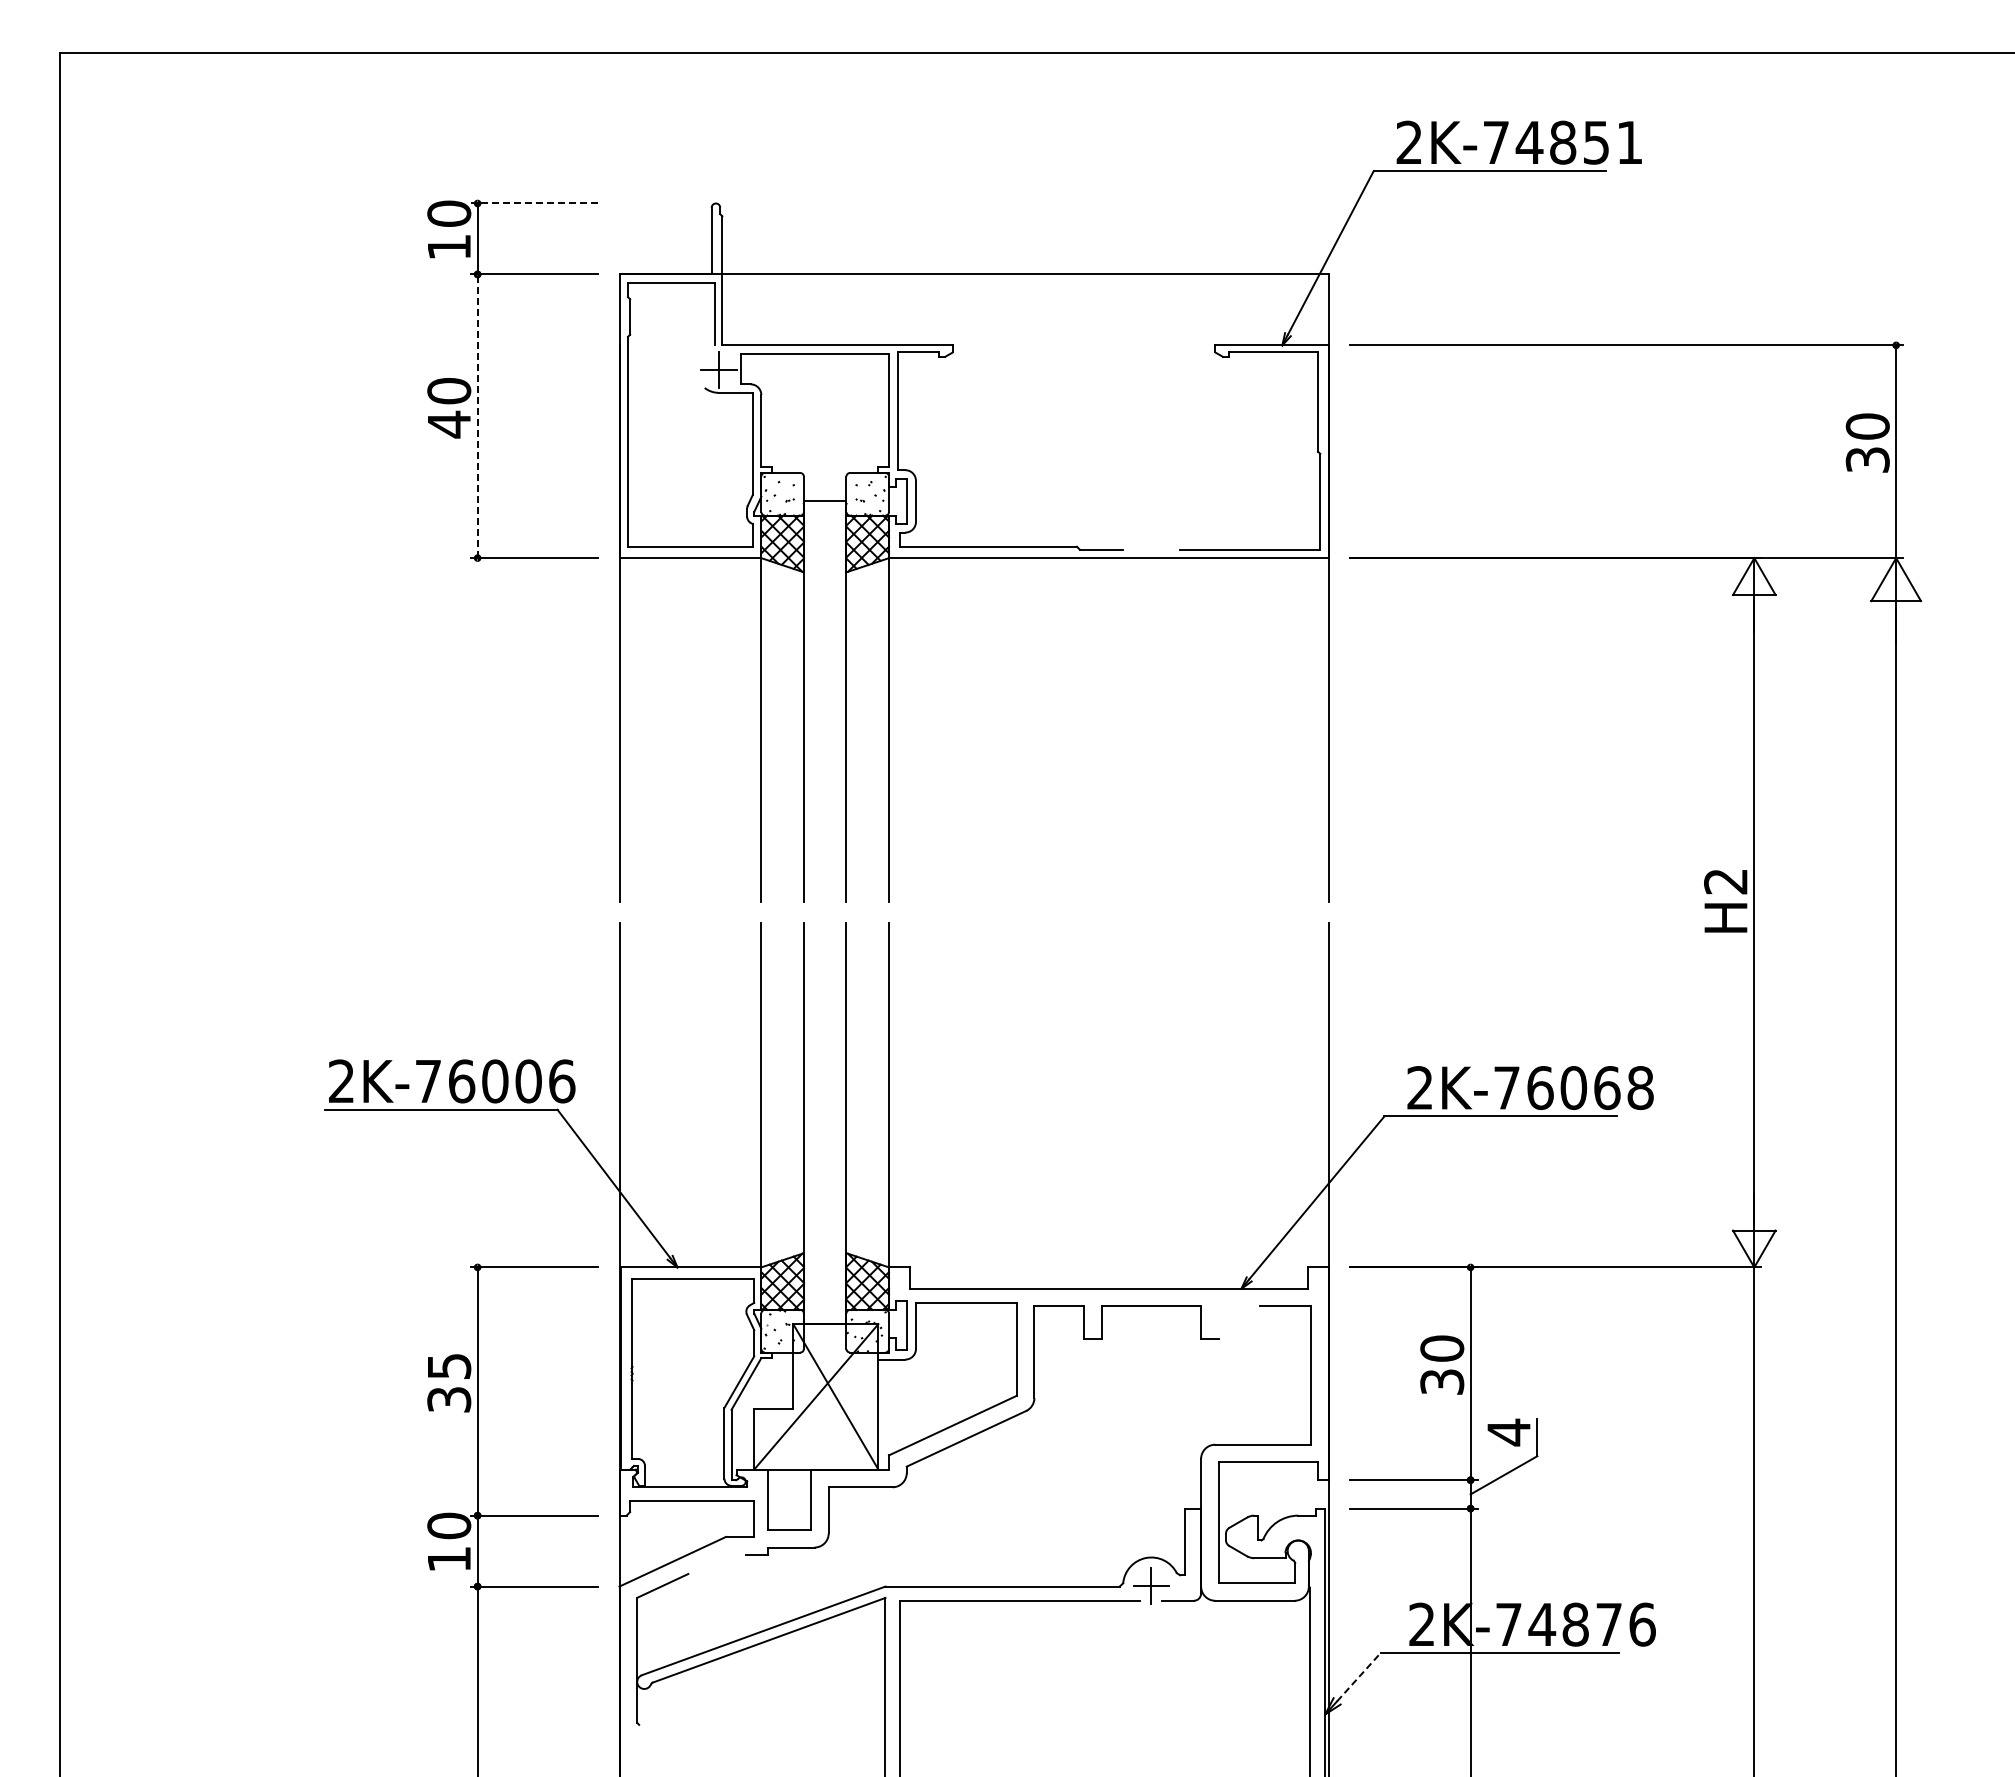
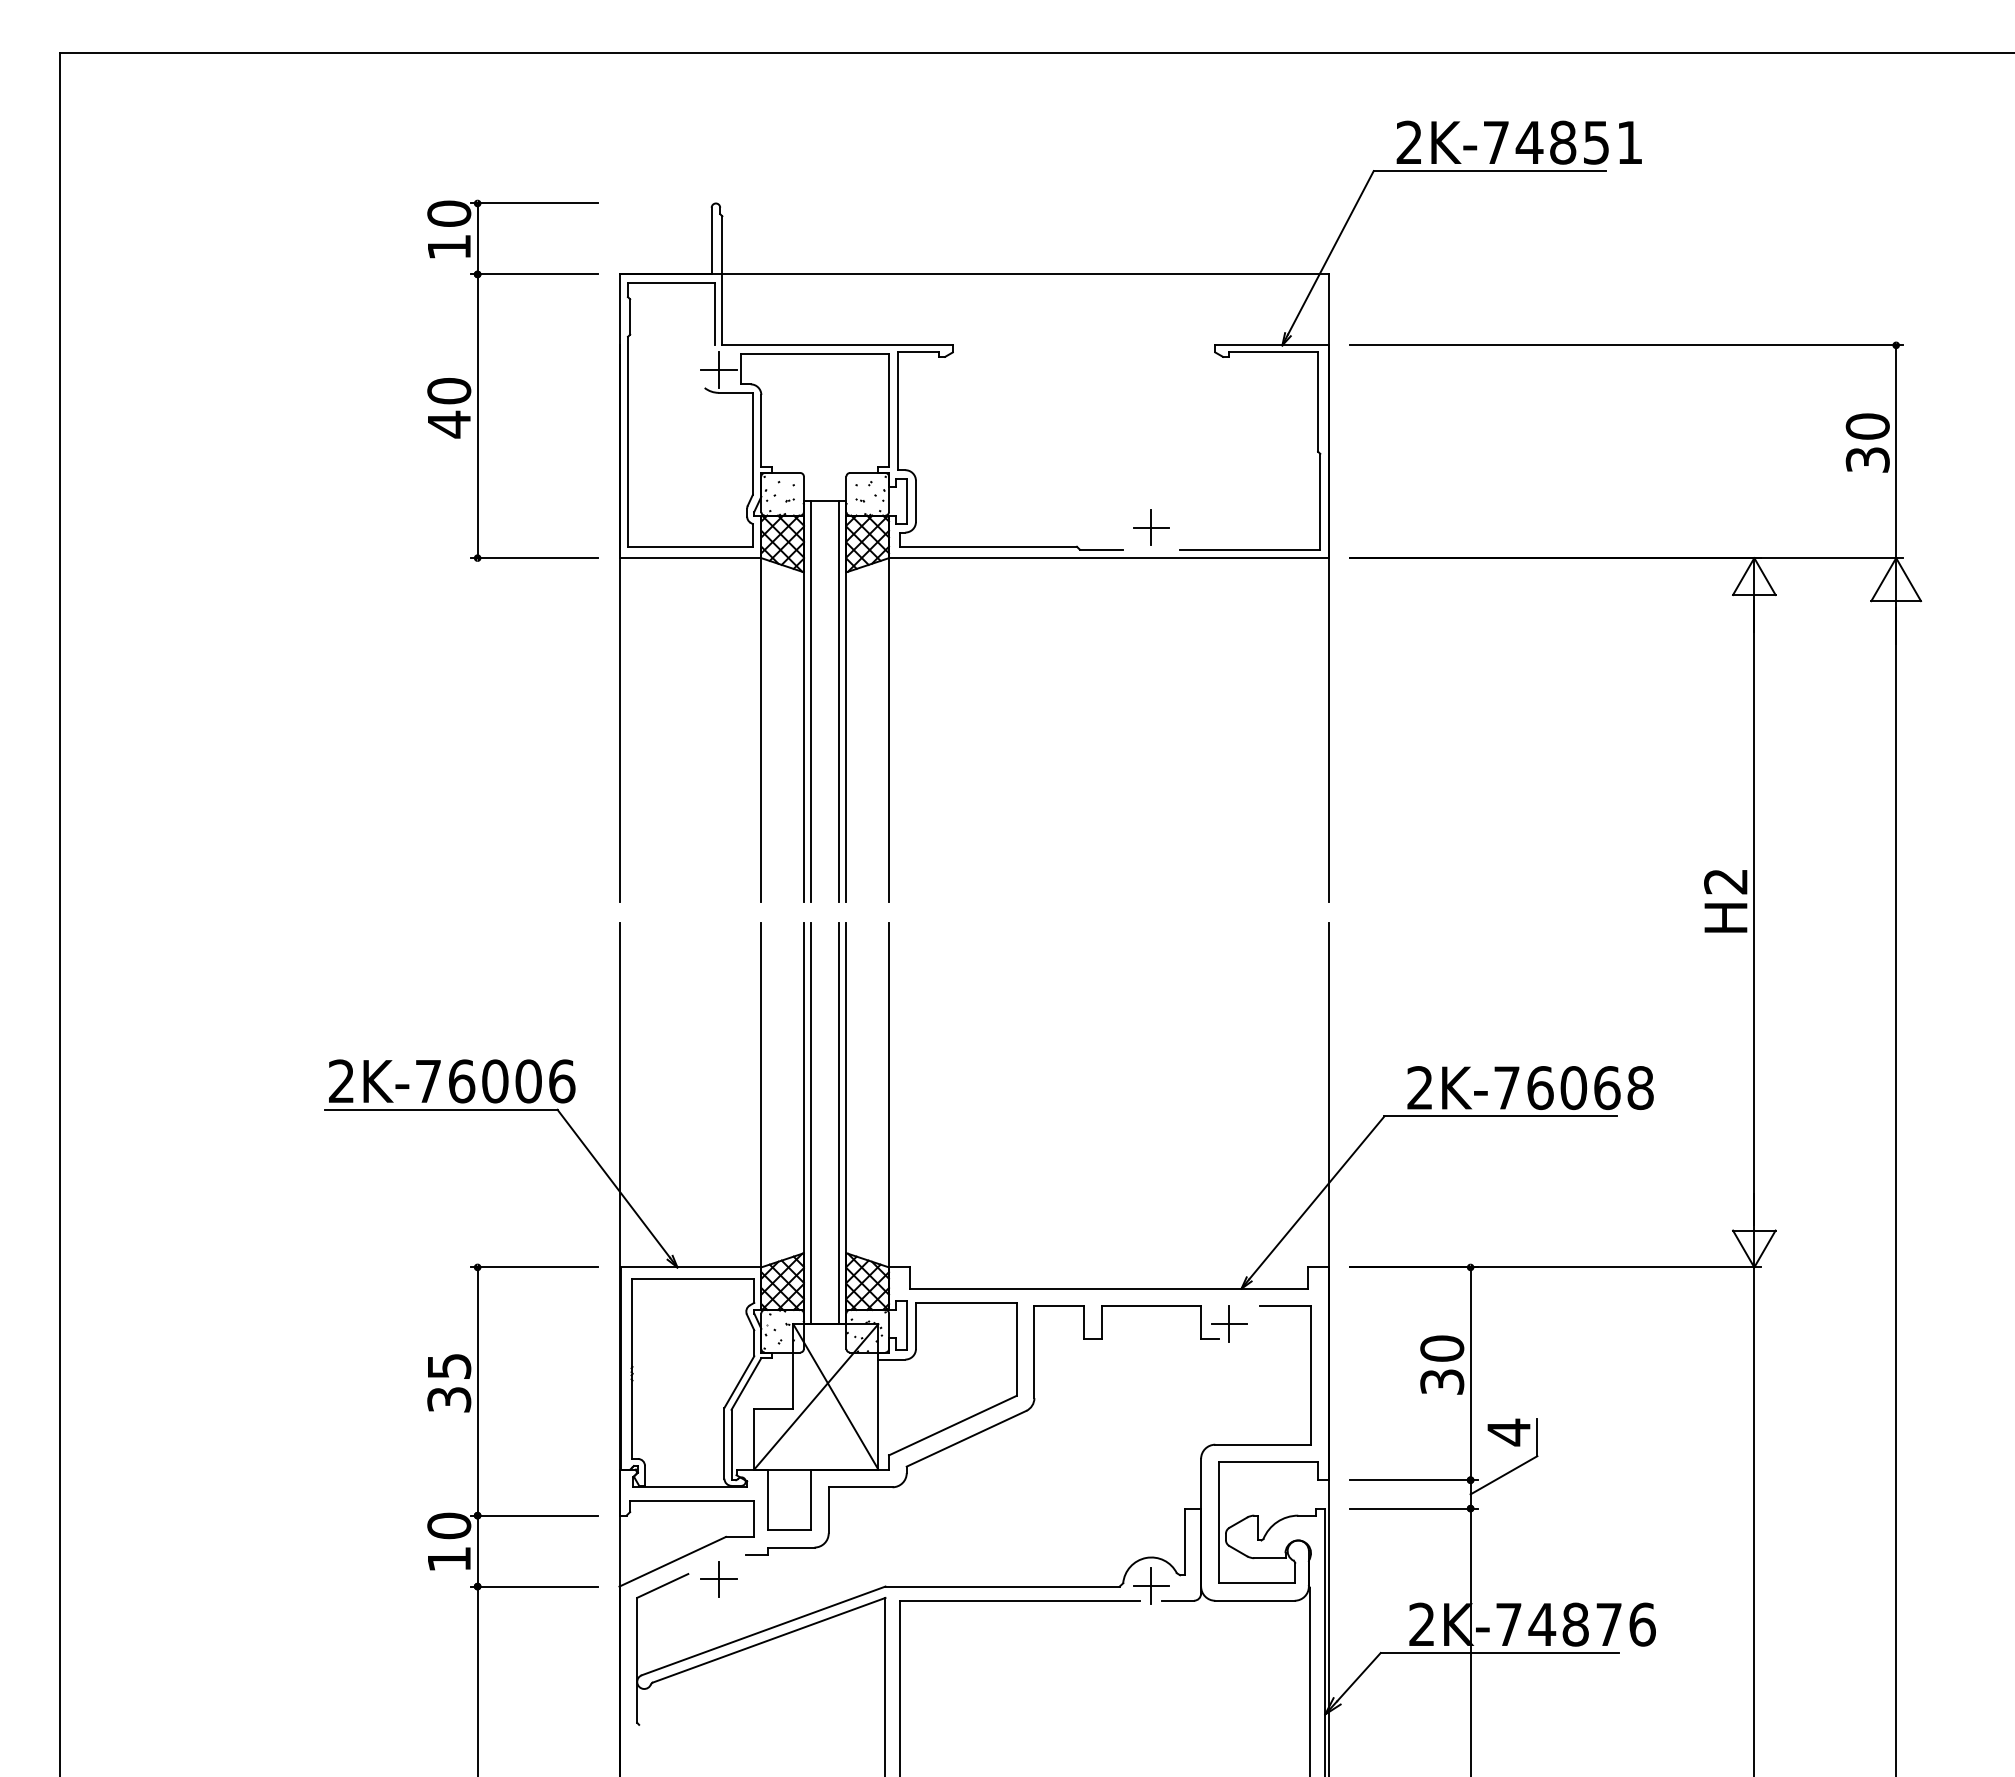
line at (534, 203): dashed -> solid
line at (477, 416): dashed -> solid
part at (1151, 527): none -> present
line at (811, 701): none -> present
line at (839, 701): none -> present
line at (811, 1123): none -> present
line at (839, 1123): none -> present
part at (1229, 1323): none -> present
part at (718, 1579): none -> present
line at (1358, 1677): dashed -> solid
